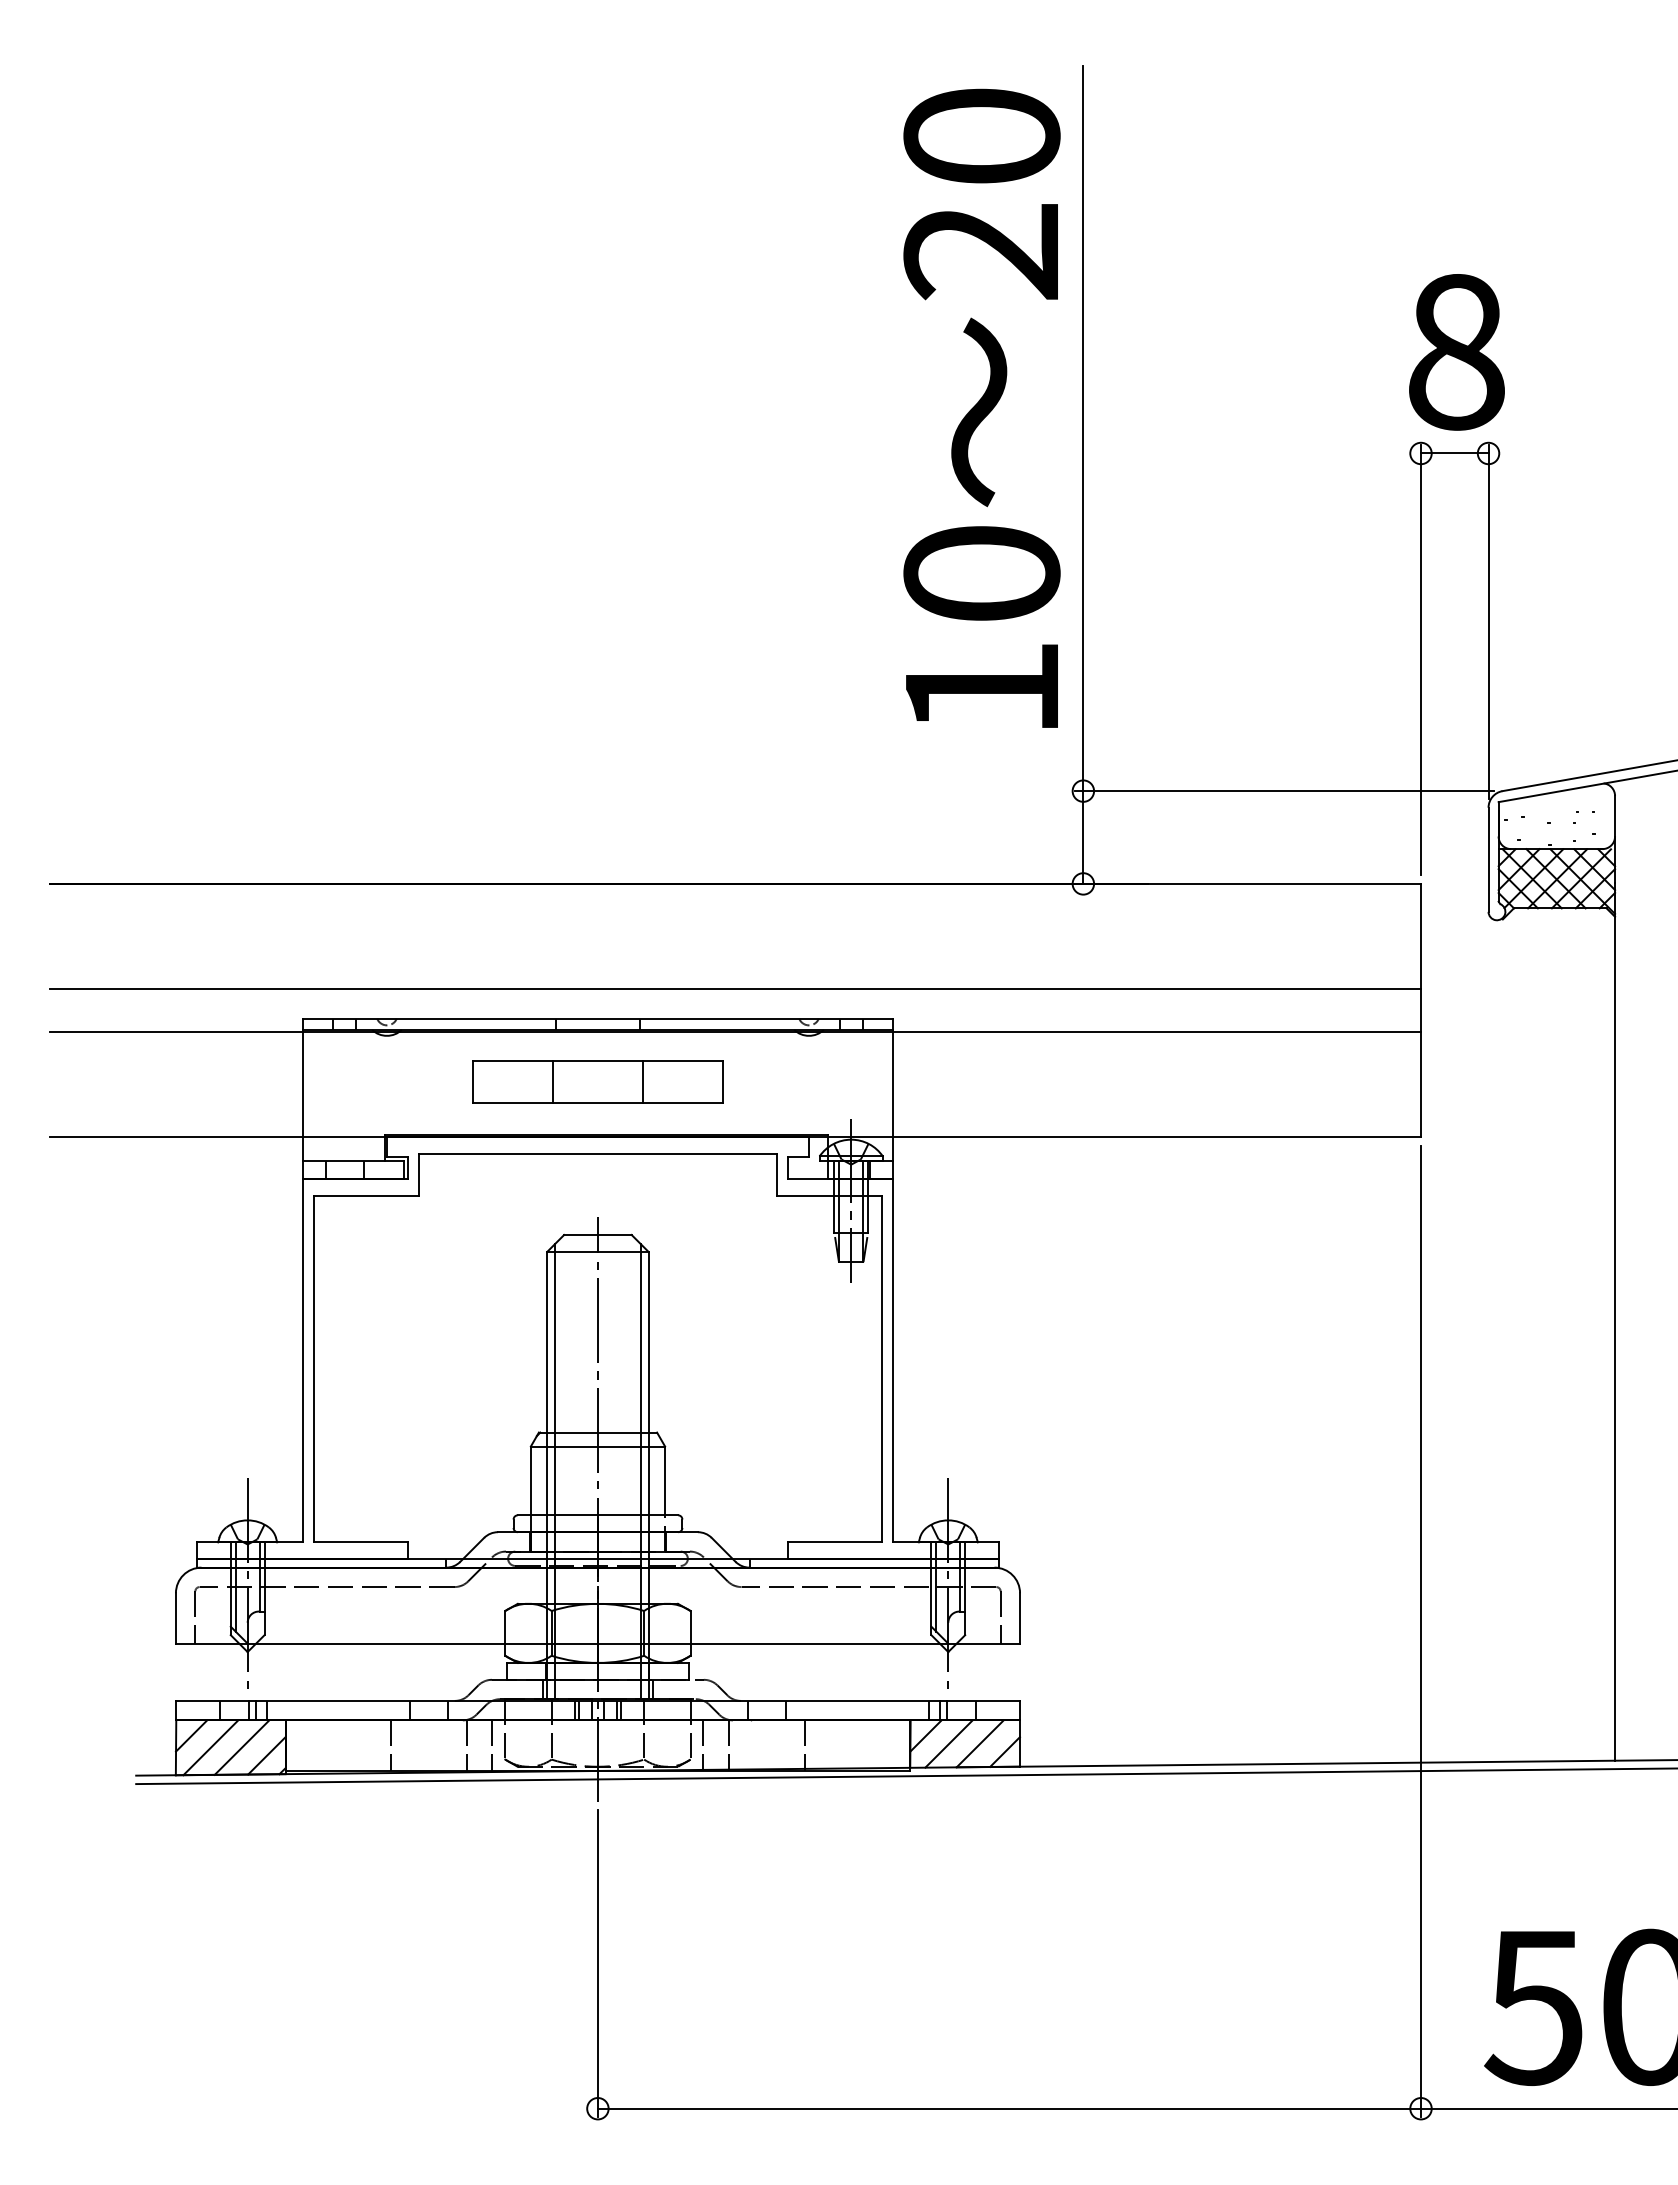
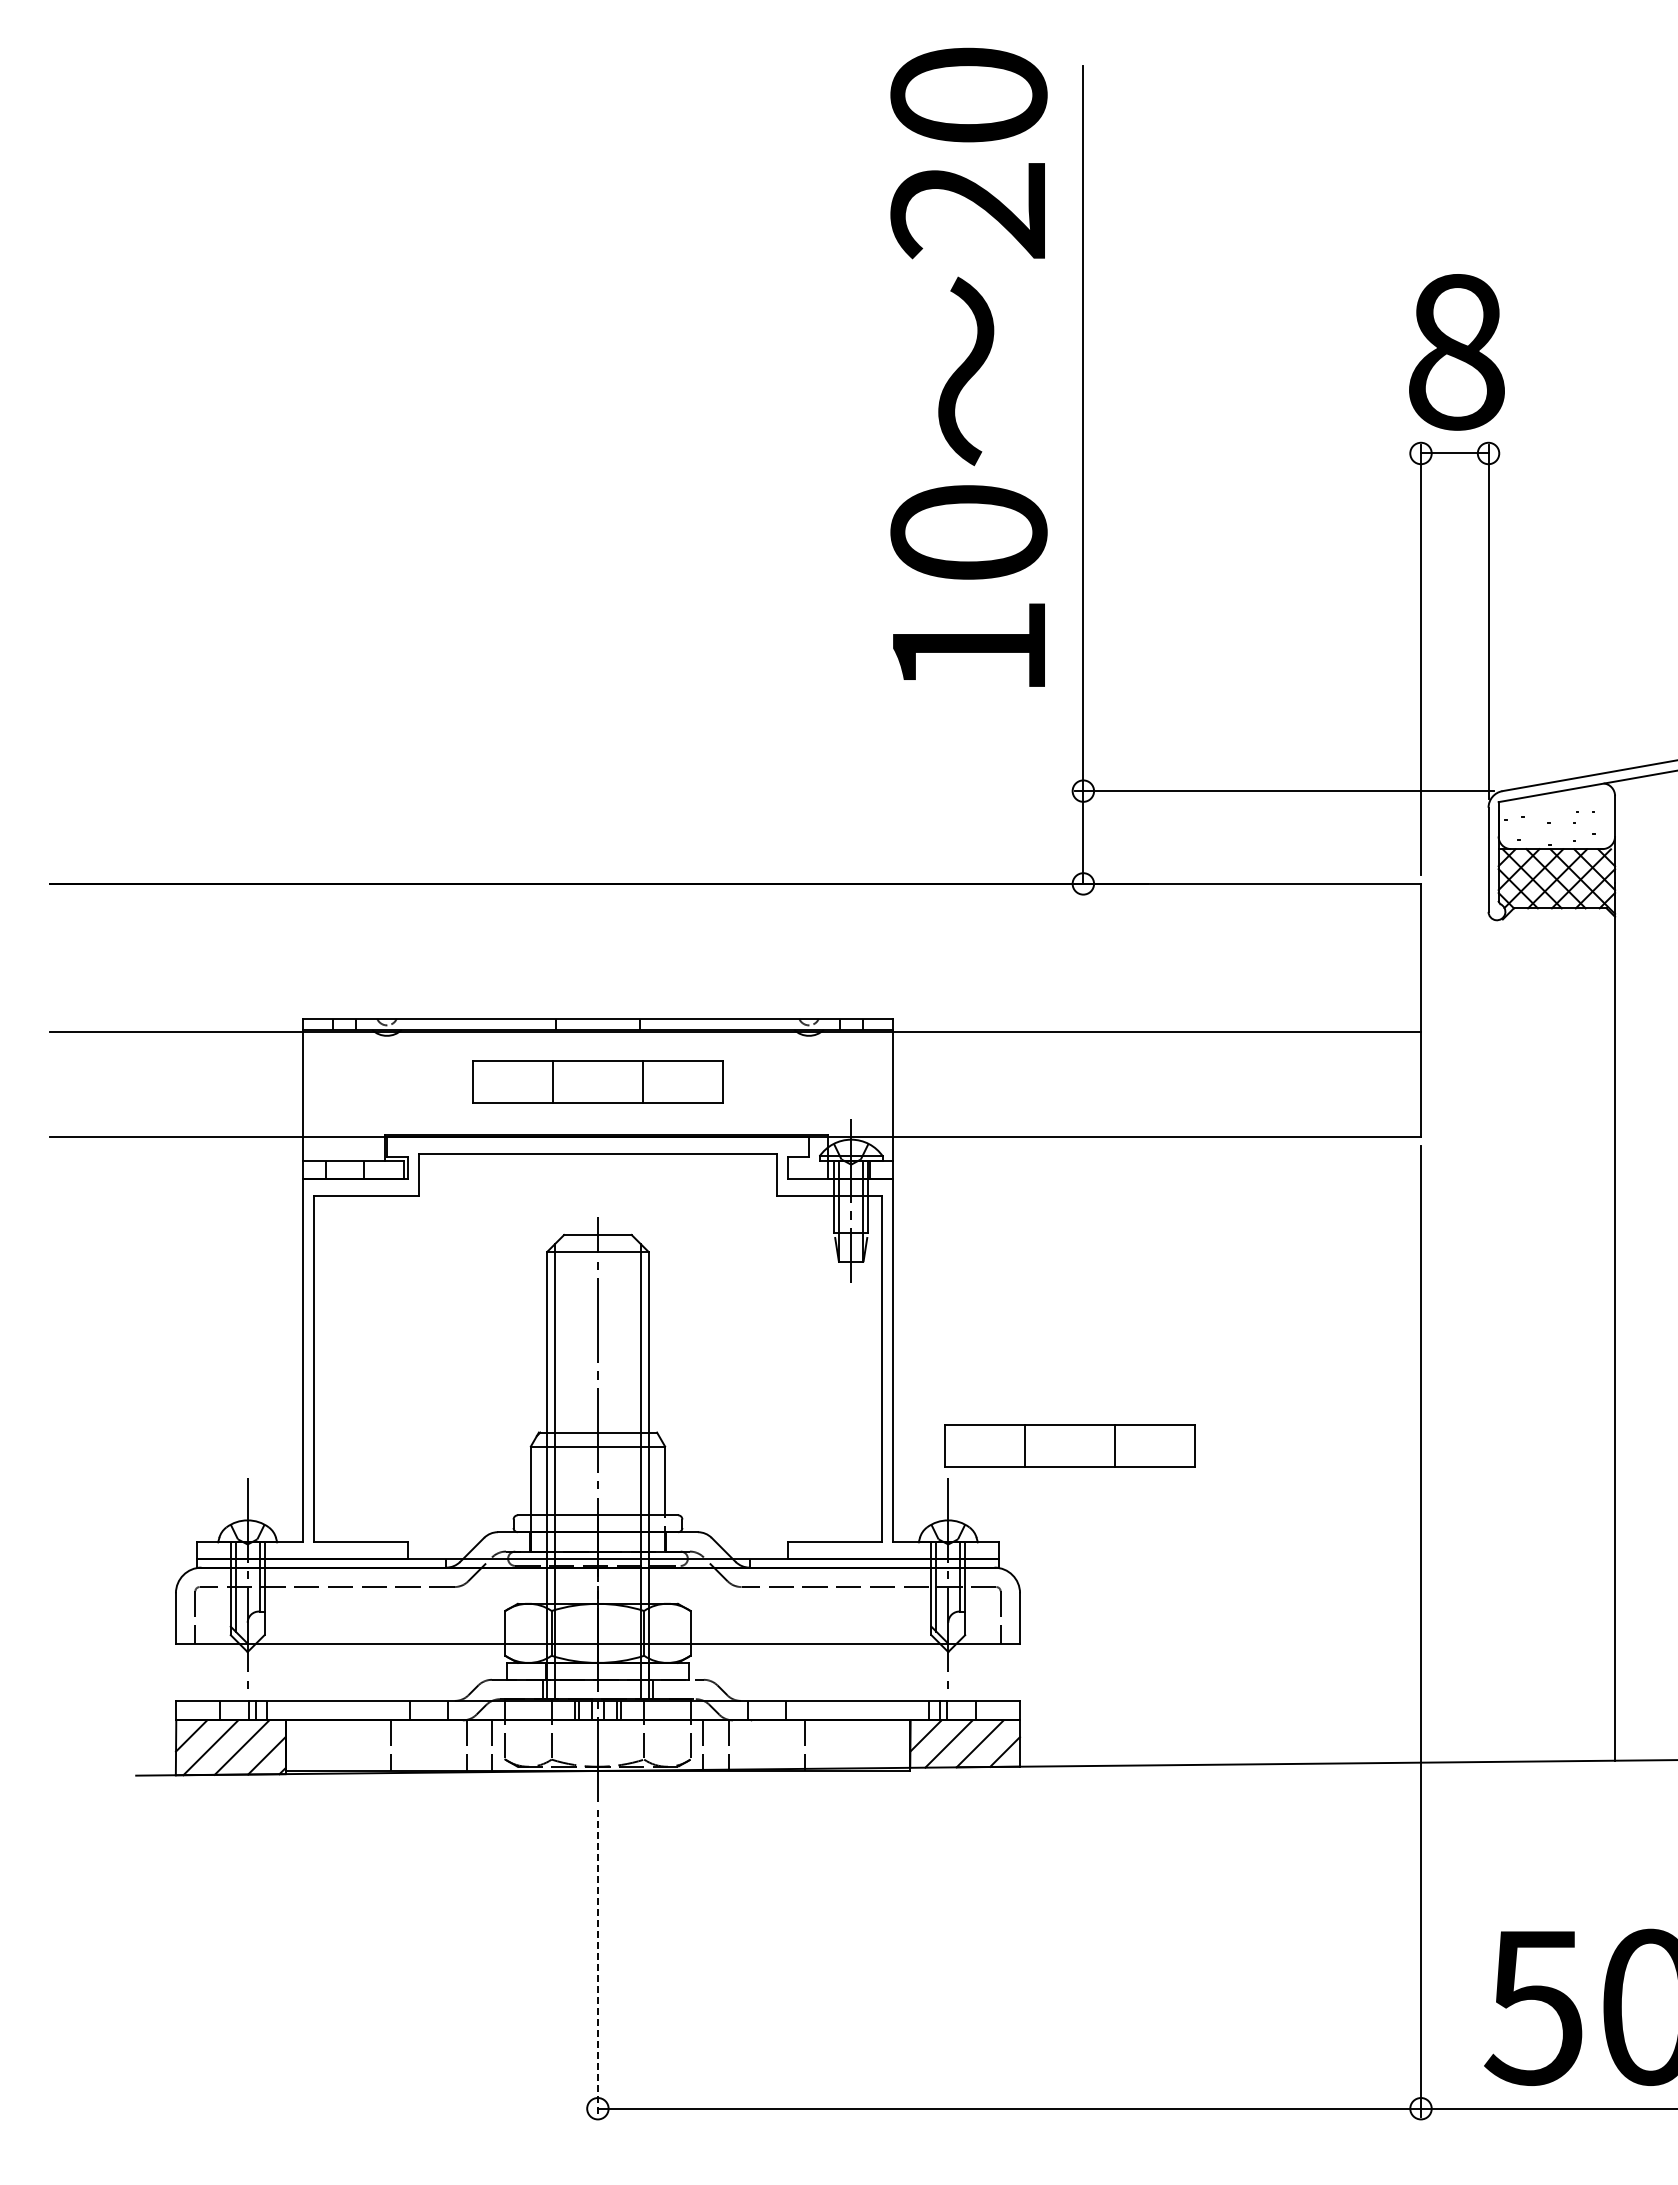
text at (981, 407) position: (981, 407) -> (968, 366)
line at (735, 989): present -> none
part at (1069, 1445): none -> present
line at (905, 1776): present -> none
line at (597, 1964): solid -> dashed
